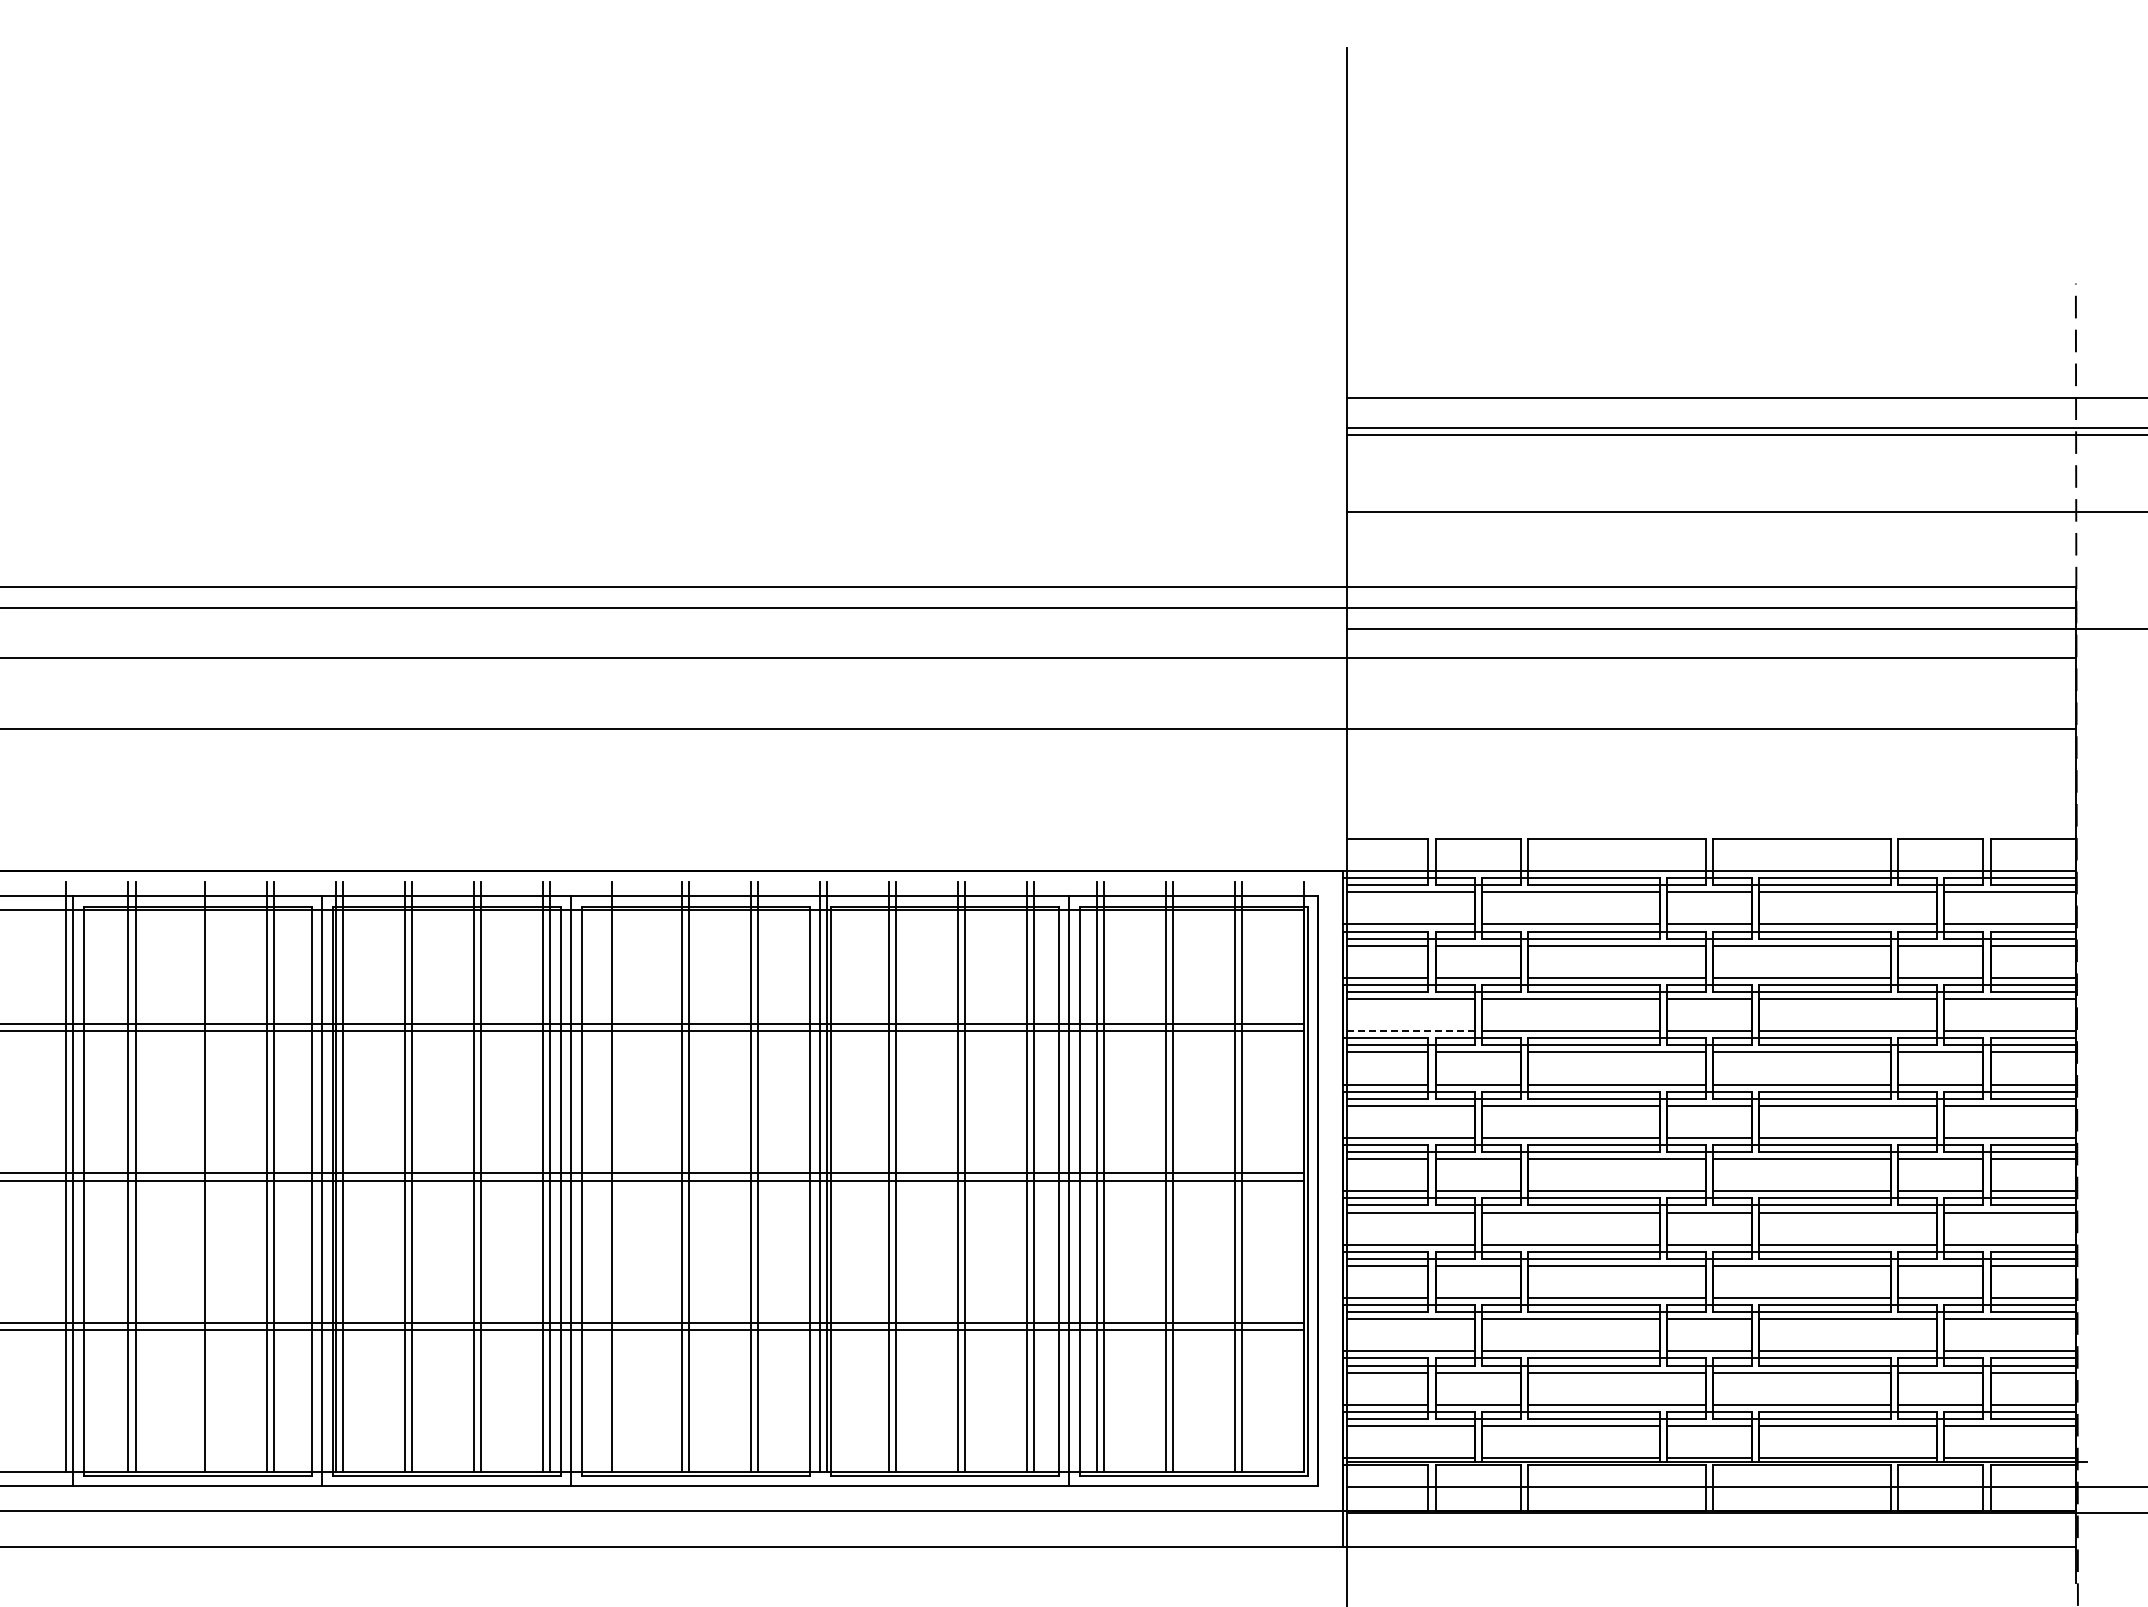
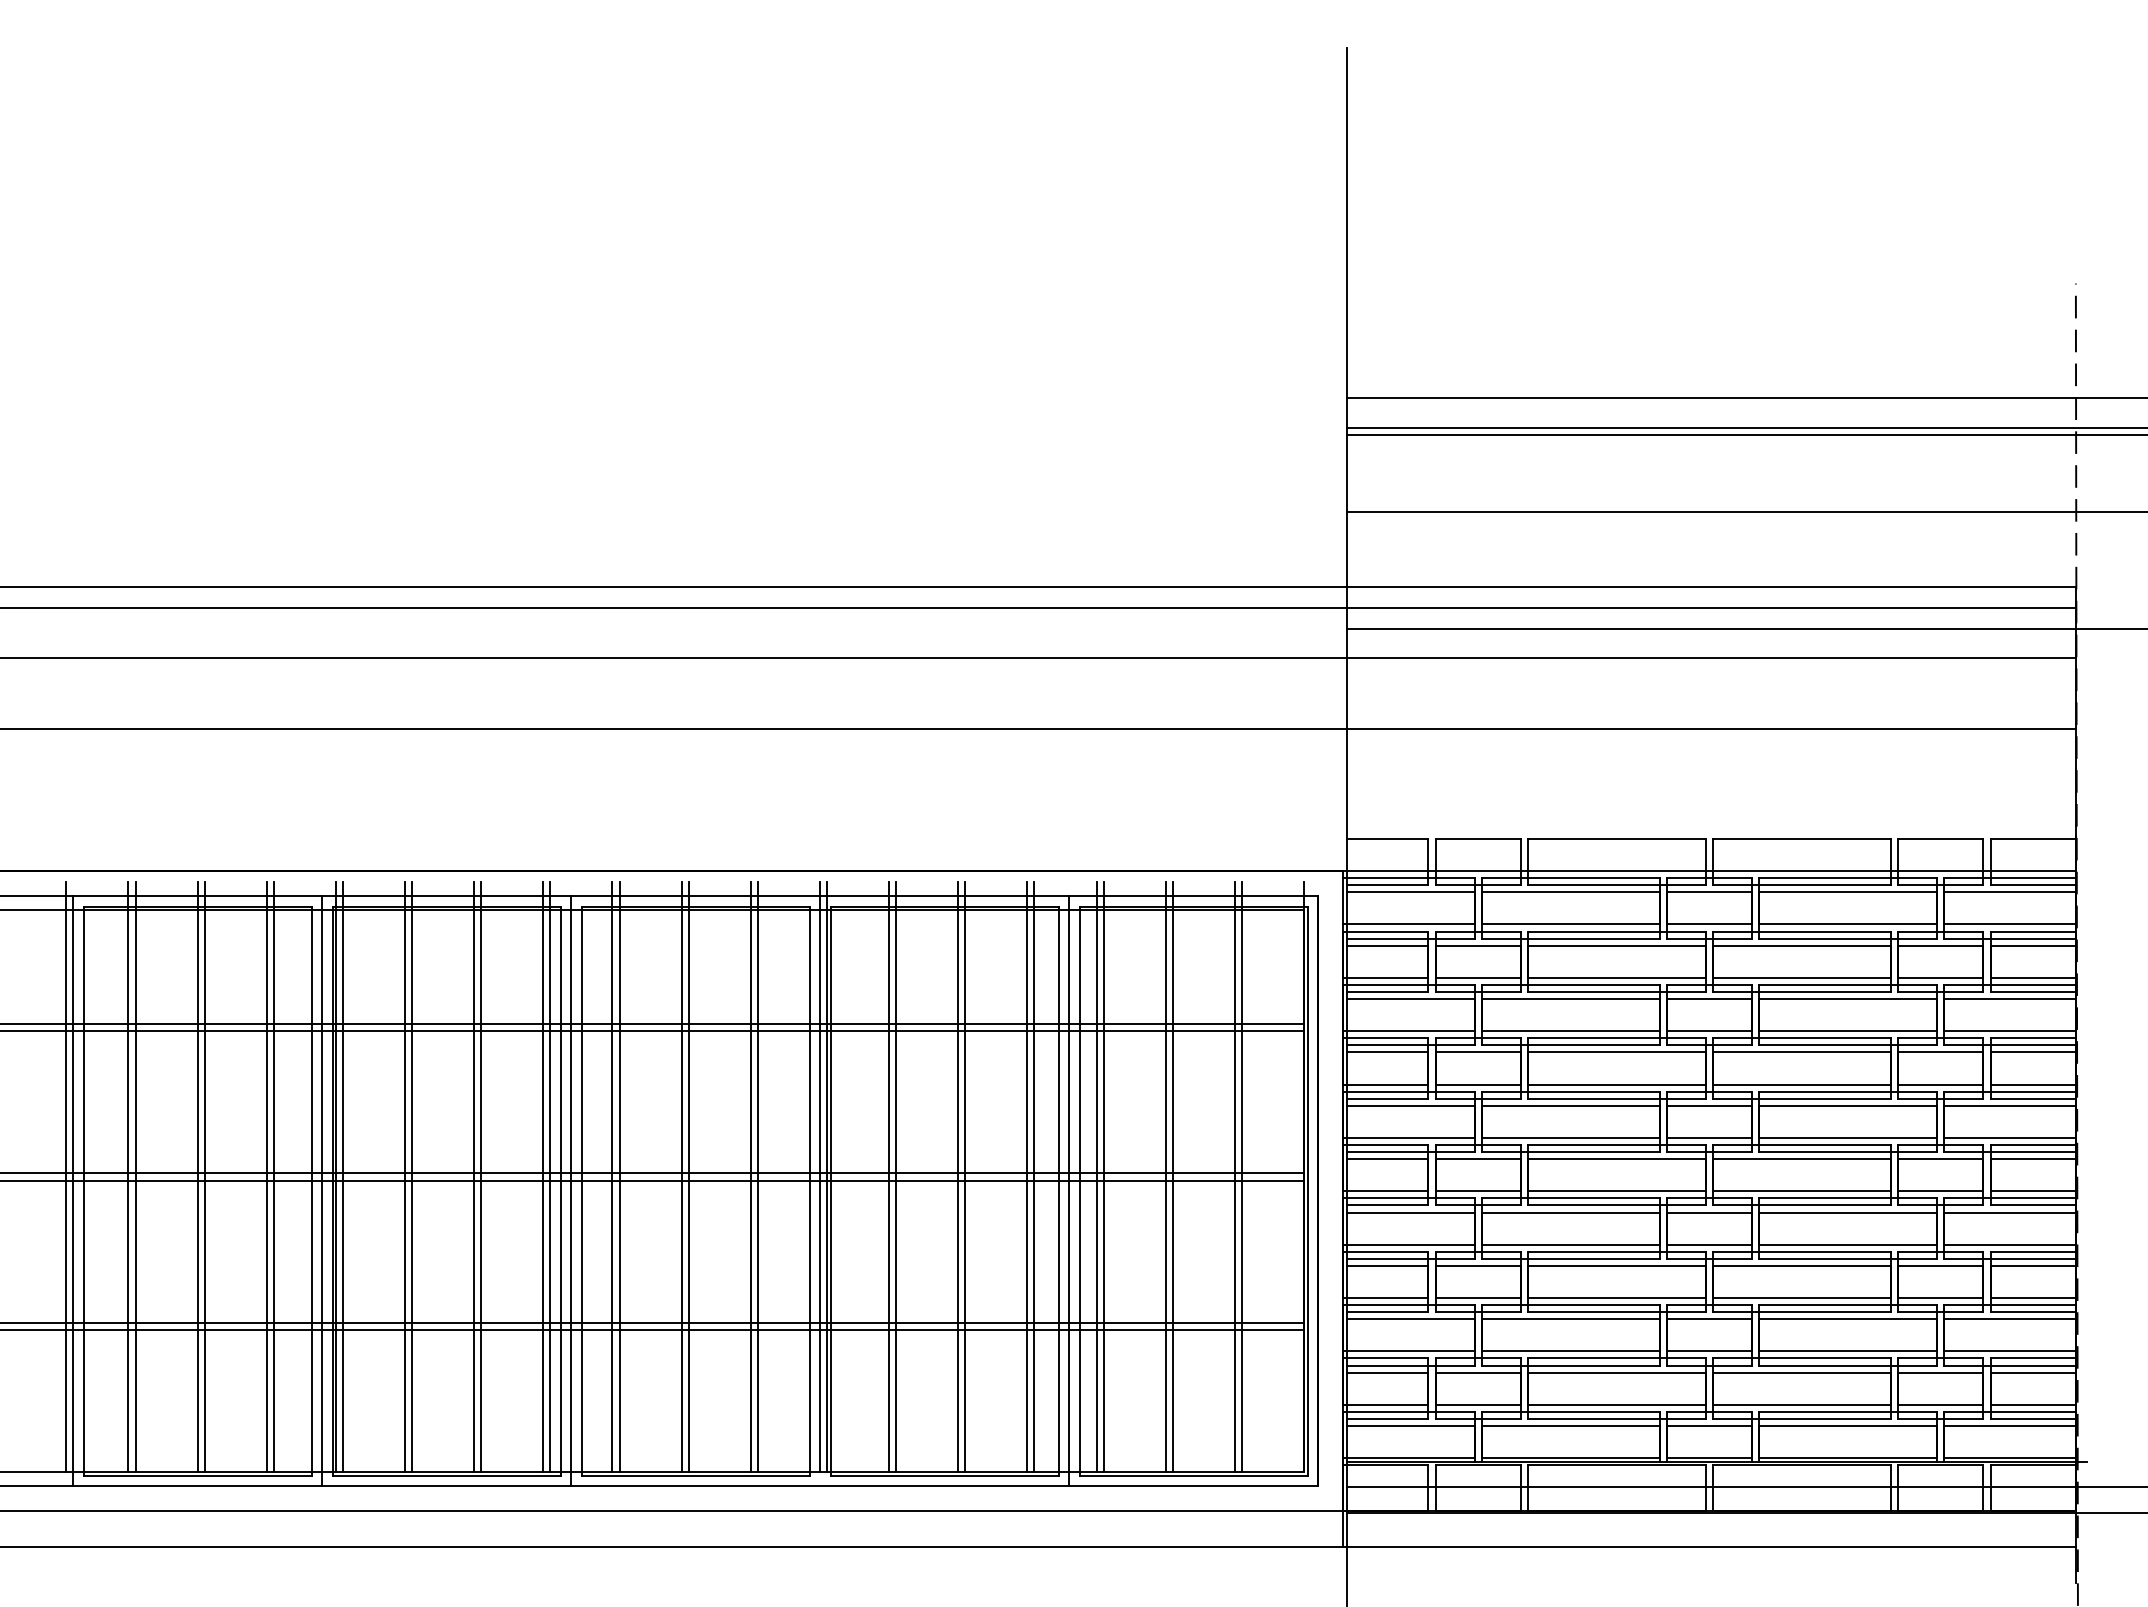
line at (1408, 1031): dashed -> solid
line at (197, 1176): none -> present
line at (619, 1176): none -> present
